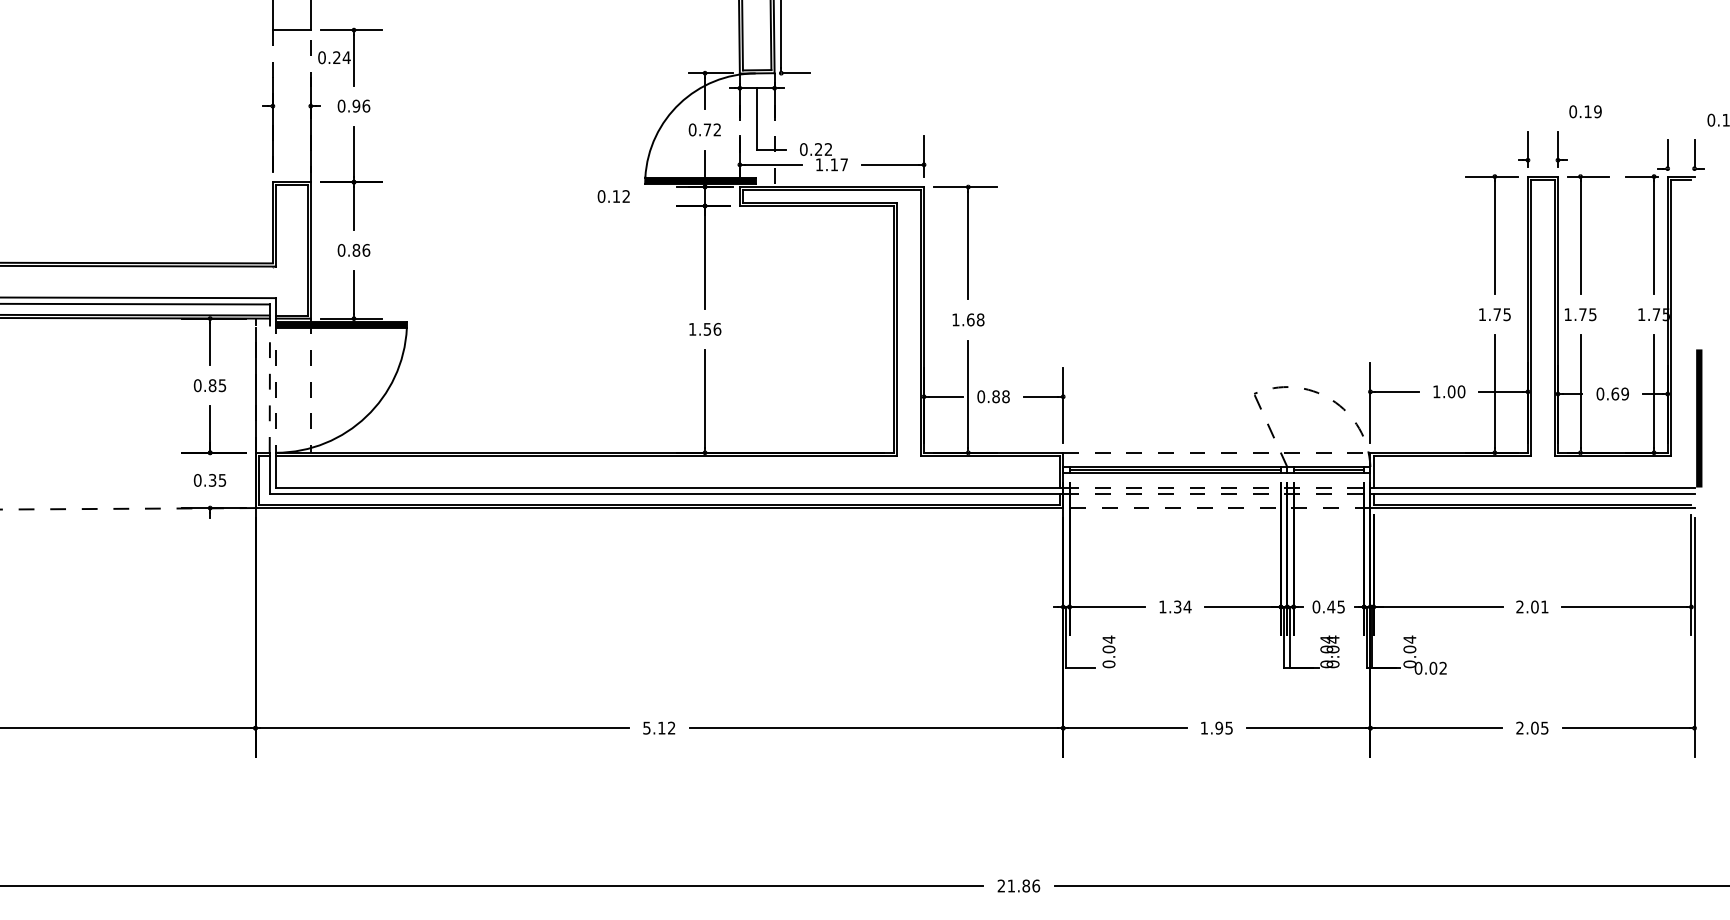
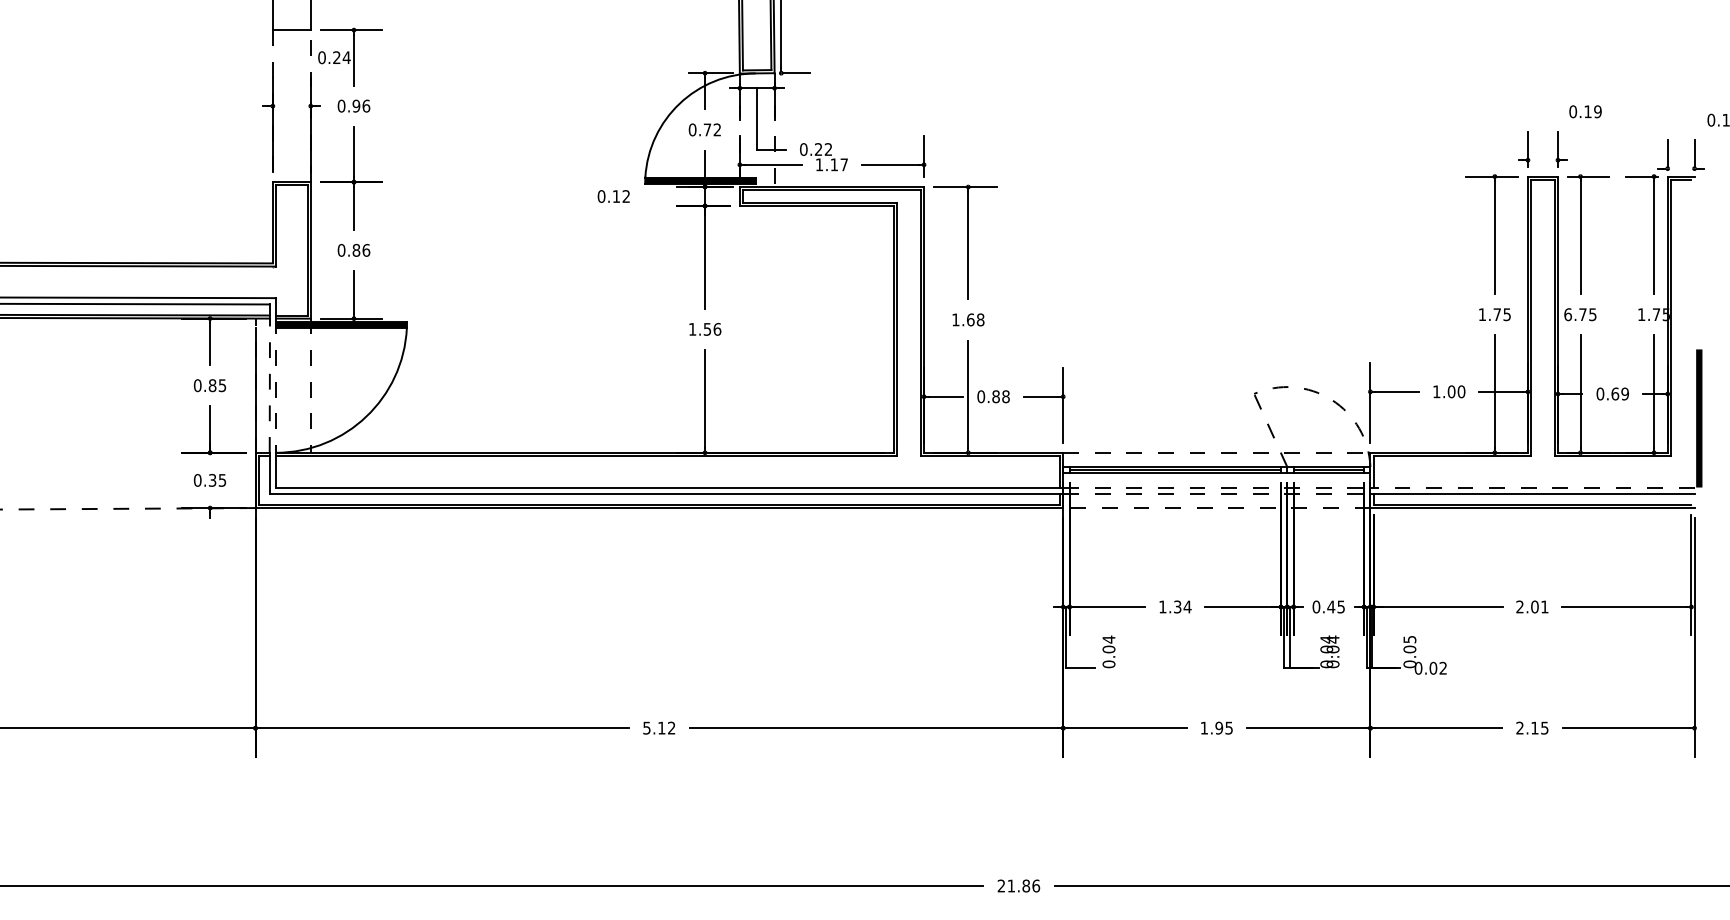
text at (1567, 314): 1.75 -> 6.75
line at (1531, 487): solid -> dashed
text at (1409, 639): 0.04 -> 0.05
text at (1534, 727): 2.05 -> 2.15
